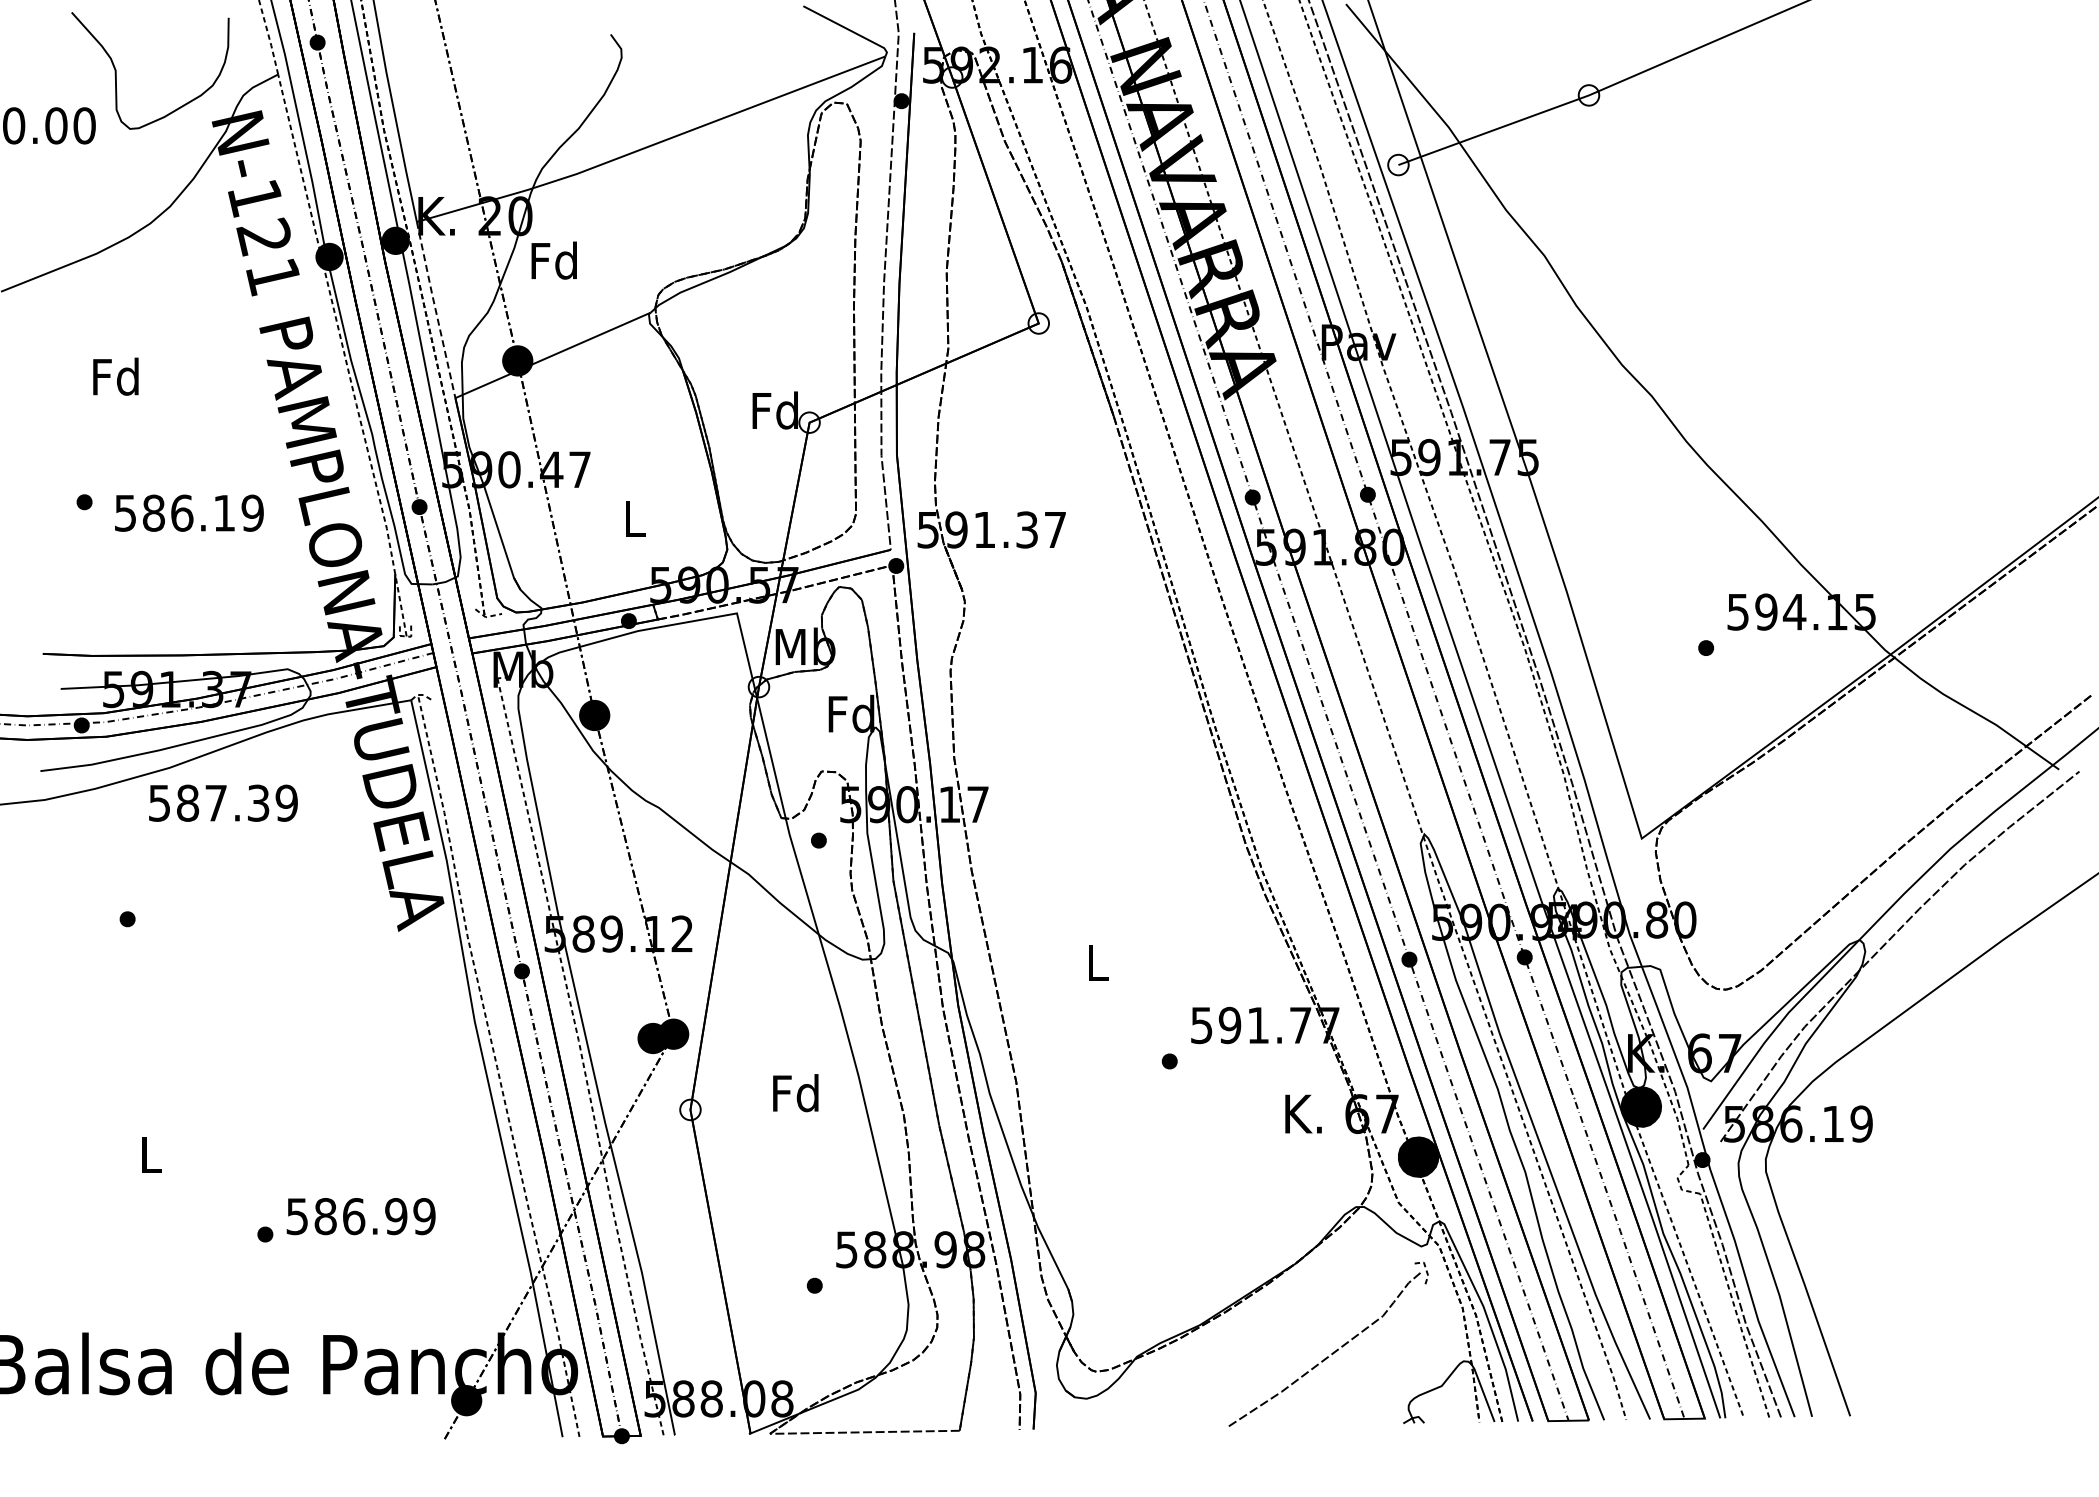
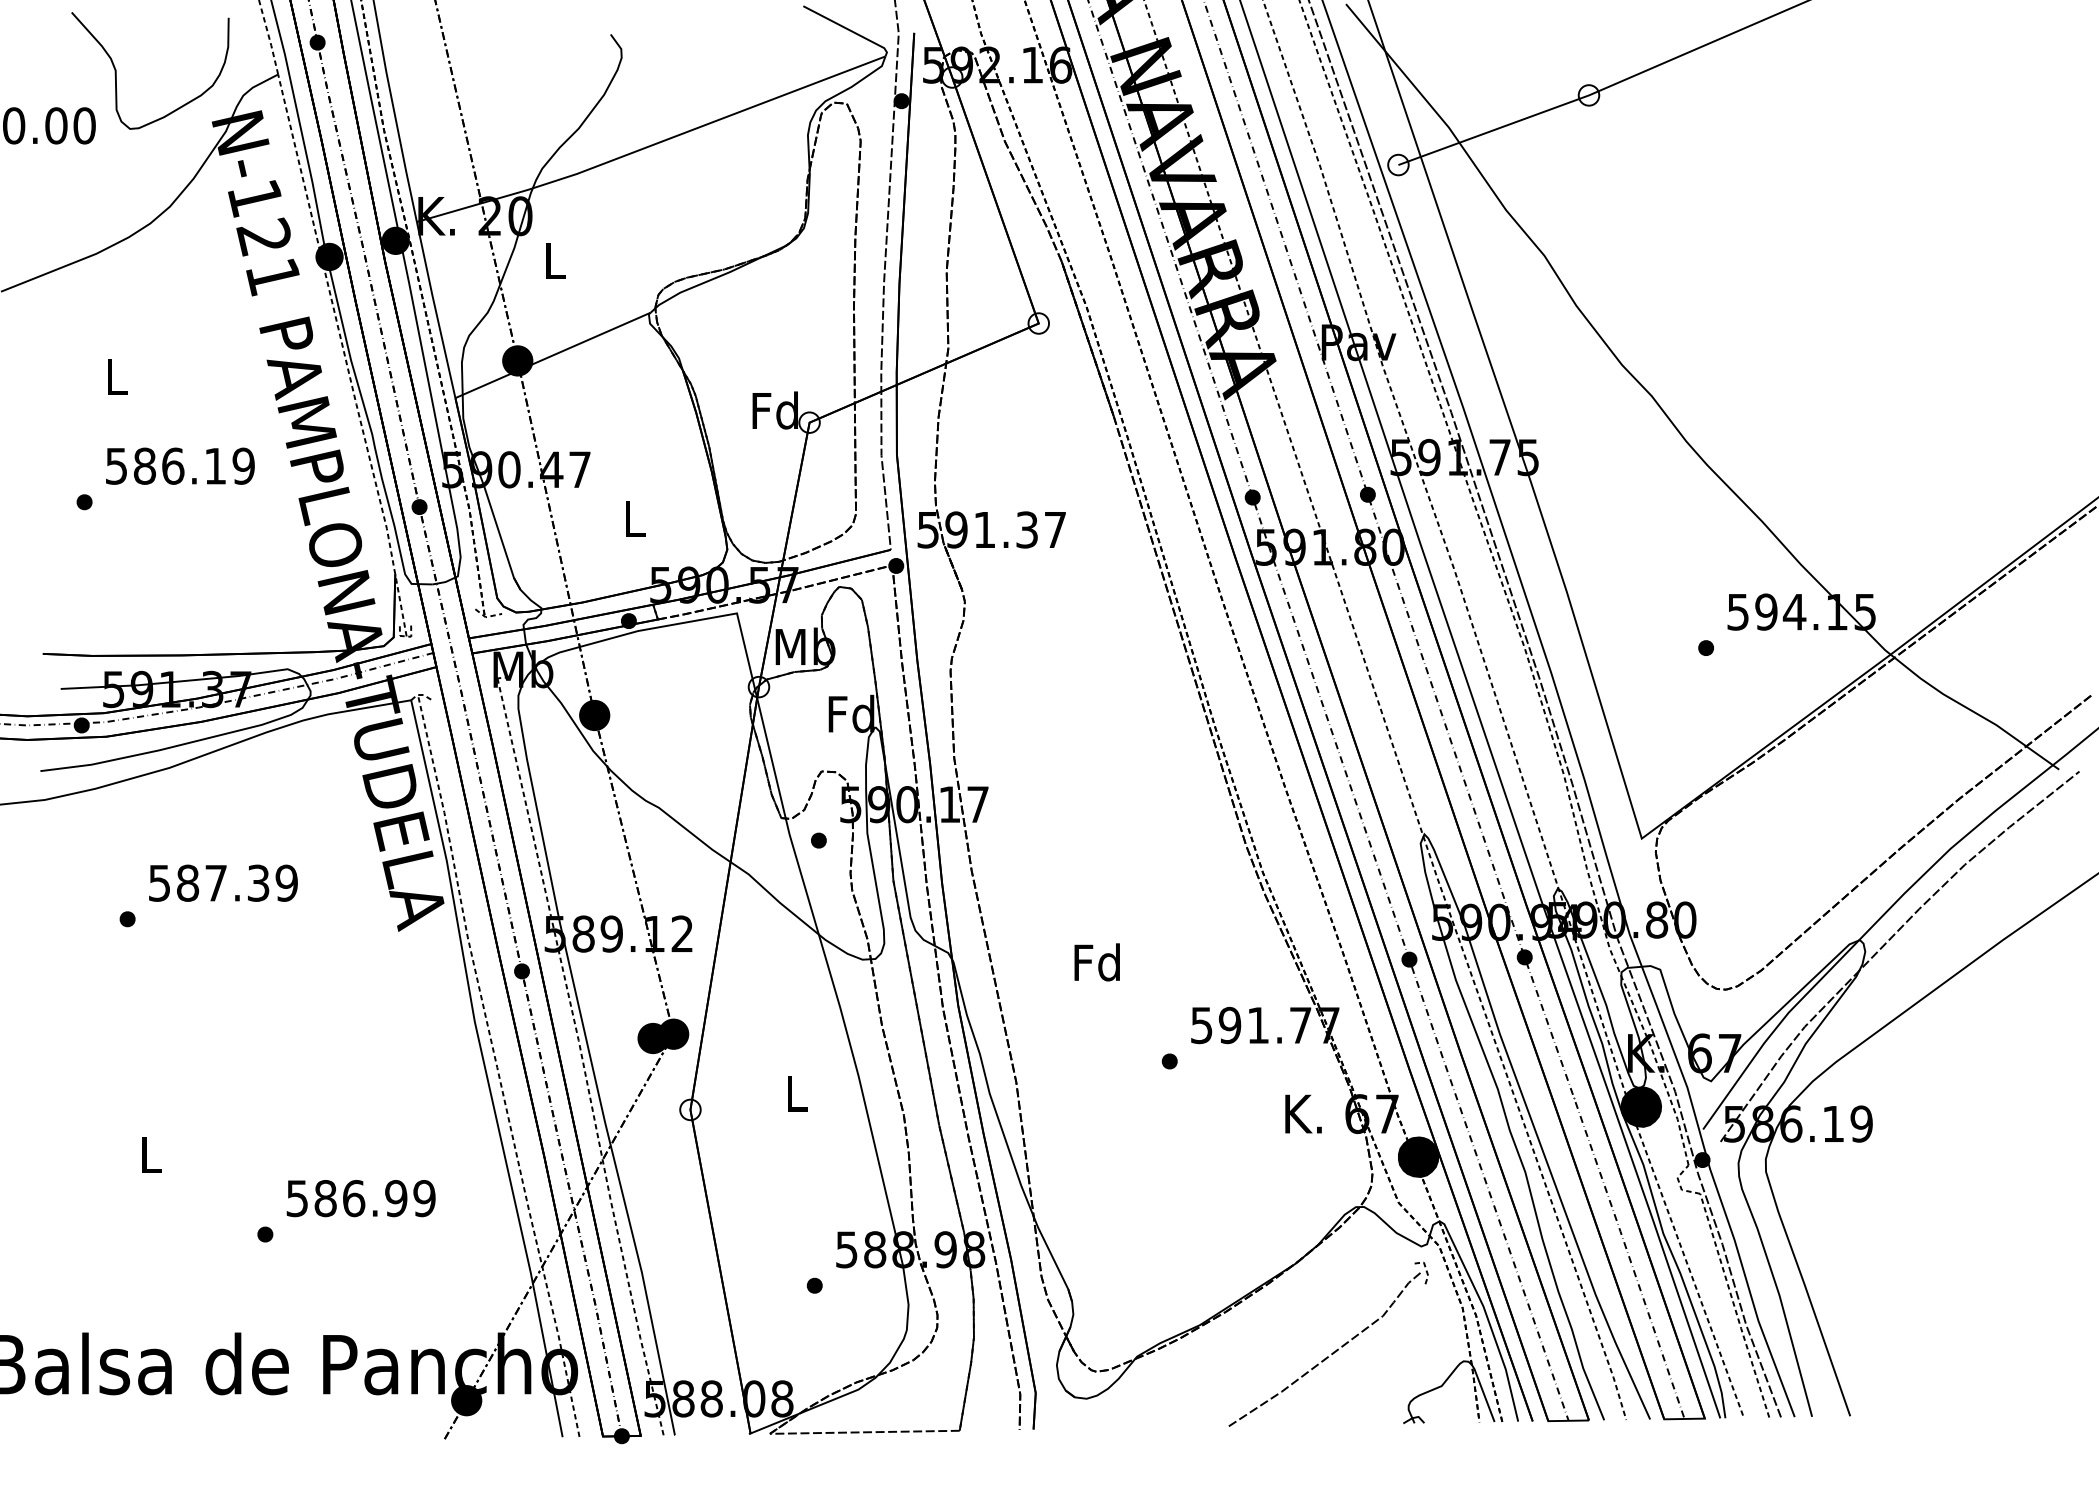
text at (553, 260): Fd -> L
line at (435, 309): dashed -> solid
text at (115, 376): Fd -> L
text at (189, 512) position: (189, 512) -> (180, 465)
text at (223, 802) position: (223, 802) -> (223, 882)
text at (1096, 962): L -> Fd
text at (795, 1093): Fd -> L
text at (360, 1216) position: (360, 1216) -> (360, 1198)
